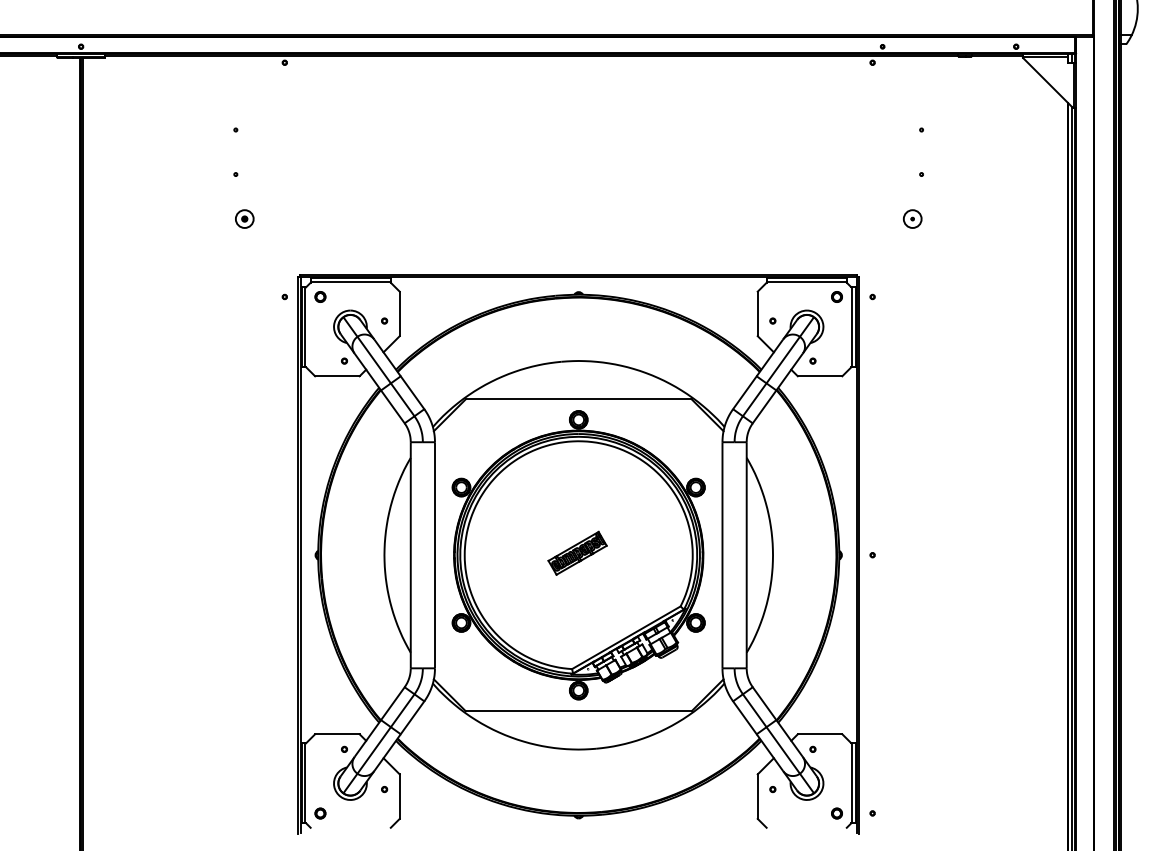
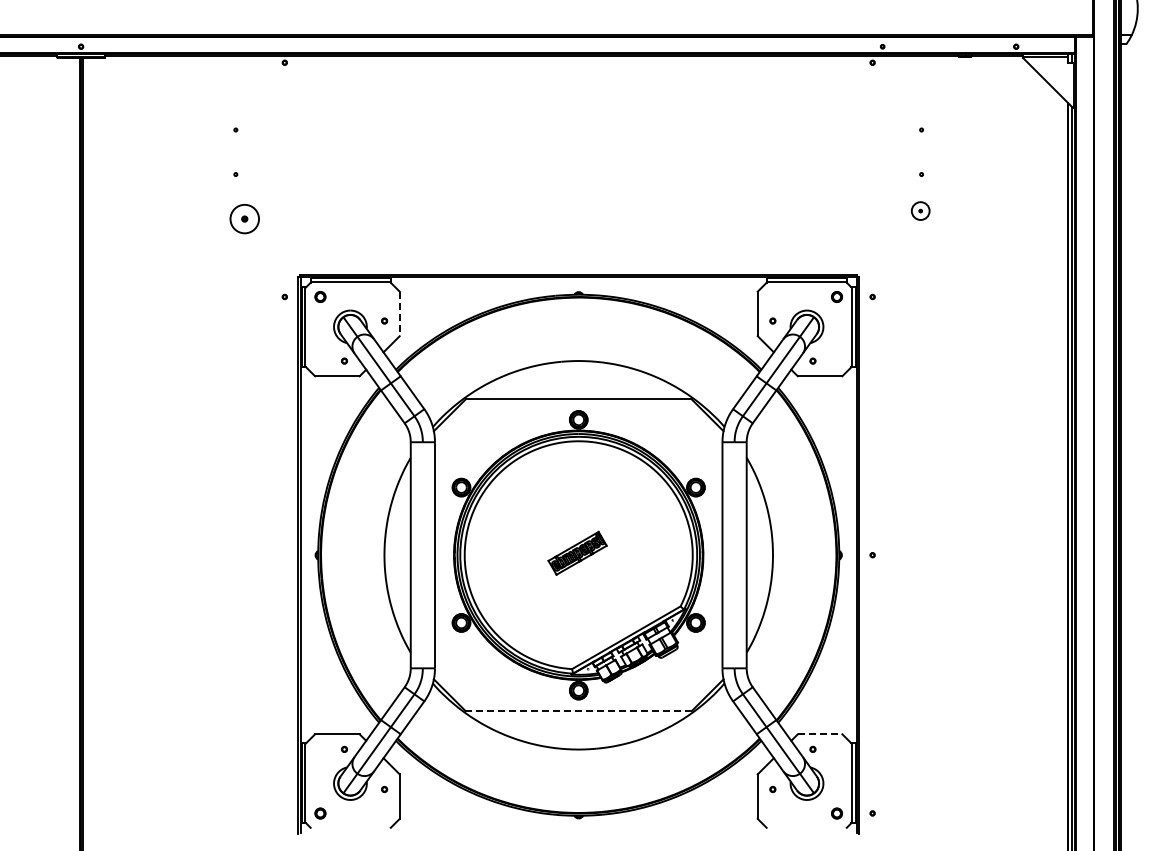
circle at (244, 218) diameter: 18 px -> 28 px
part at (912, 218) position: (912, 218) -> (920, 210)
line at (399, 314): solid -> dashed
line at (578, 711): solid -> dashed
line at (820, 734): solid -> dashed
